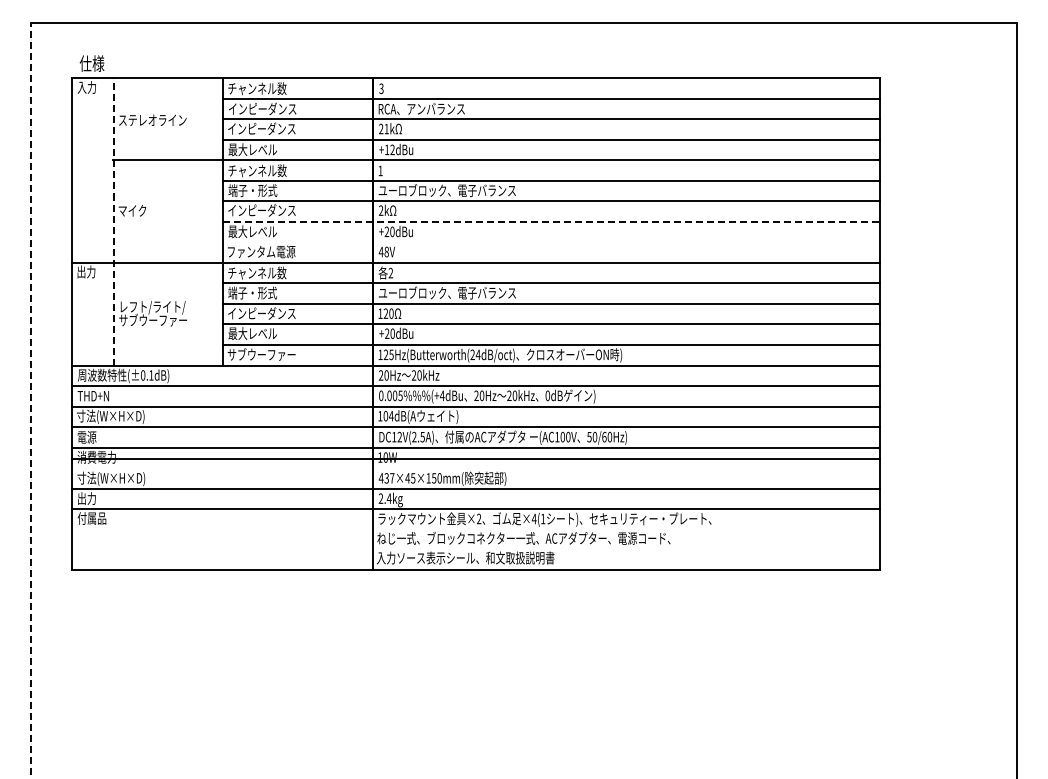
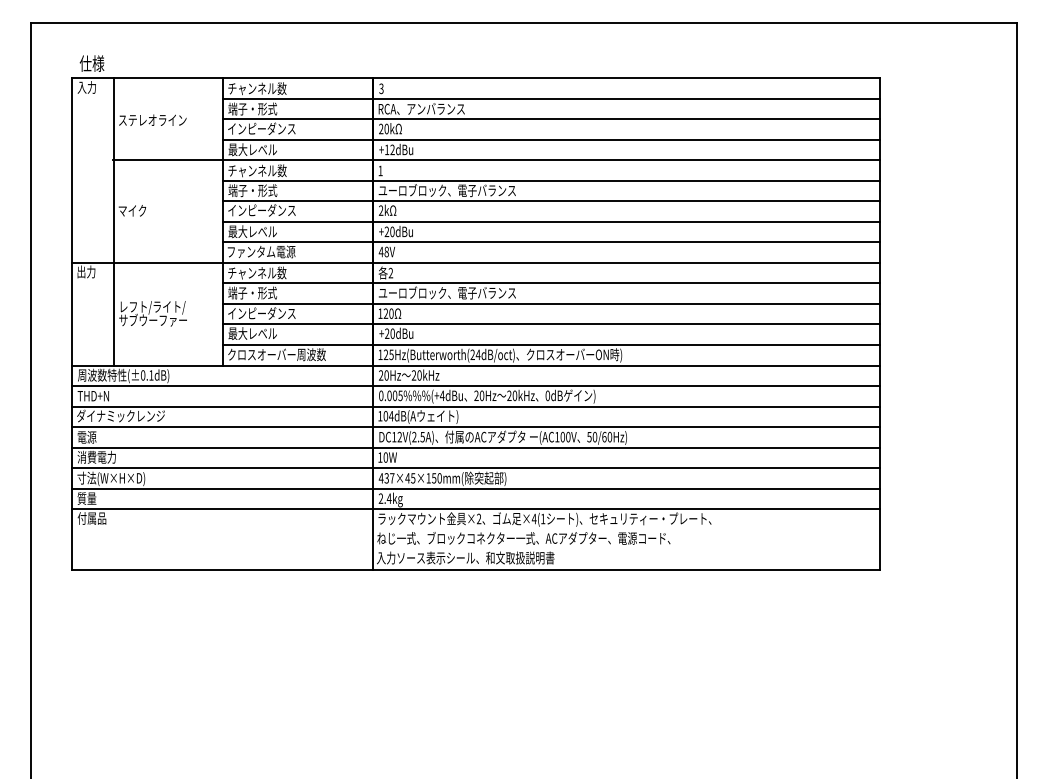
text at (262, 108): インピーダンス -> 端子・形式
text at (386, 128): 21k -> 20k
line at (113, 221): dashed -> solid
line at (551, 221): dashed -> solid
line at (550, 242): none -> present
text at (276, 354): サブウーファー -> クロスオーバー周波数
line at (31, 400): dashed -> solid
text at (120, 416): 寸法(W×H×D) -> ダイナミックレンジ
line at (475, 459) position: (475, 459) -> (475, 468)
text at (86, 498): 出力 -> 質量
